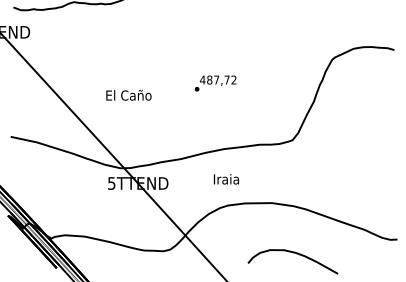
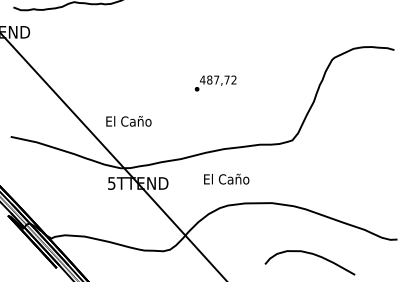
text at (128, 94) position: (128, 94) -> (128, 120)
text at (226, 178): Iraia -> El Caño
curve at (293, 253) position: (293, 253) -> (310, 254)
